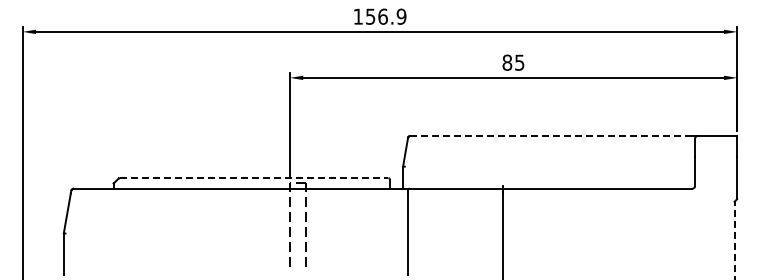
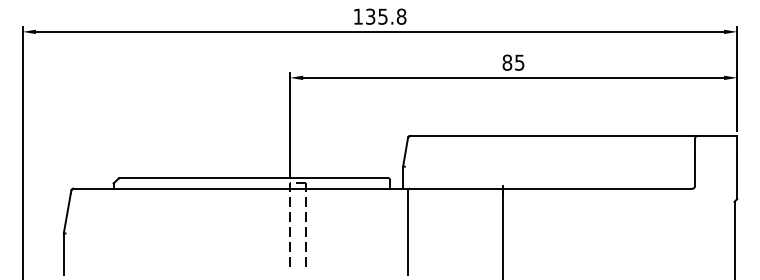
text at (386, 16): 156.9 -> 135.8
line at (551, 136): dashed -> solid
line at (254, 178): dashed -> solid
line at (734, 240): dashed -> solid
